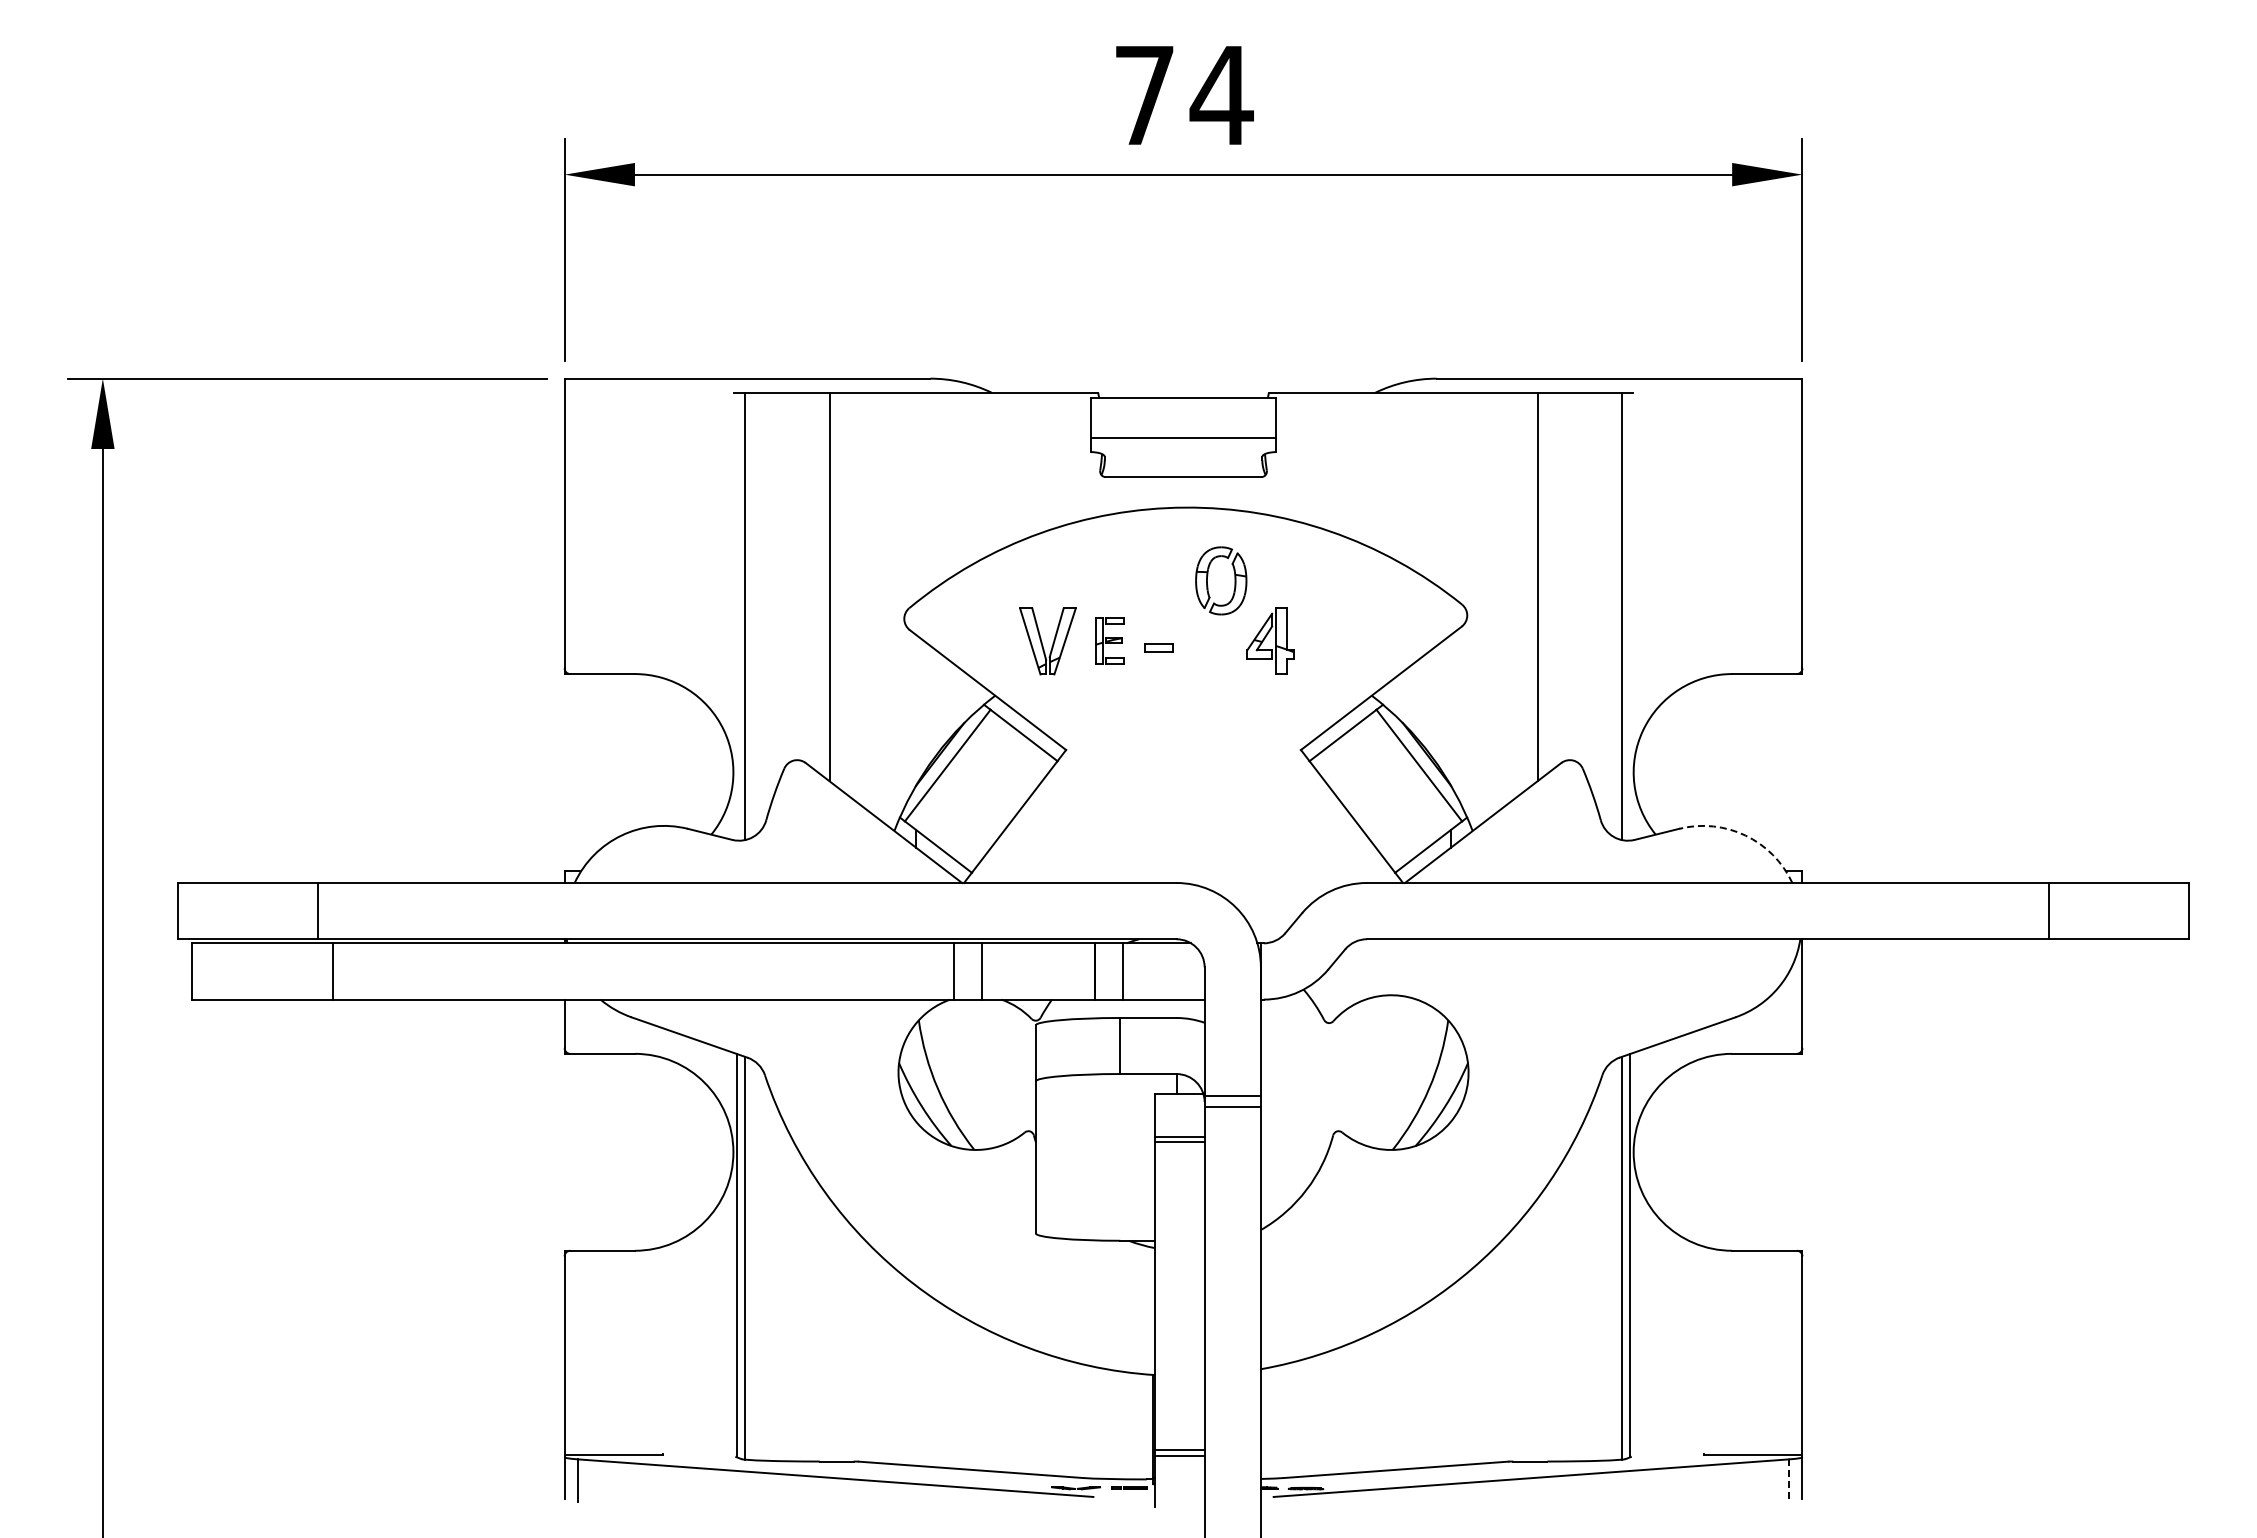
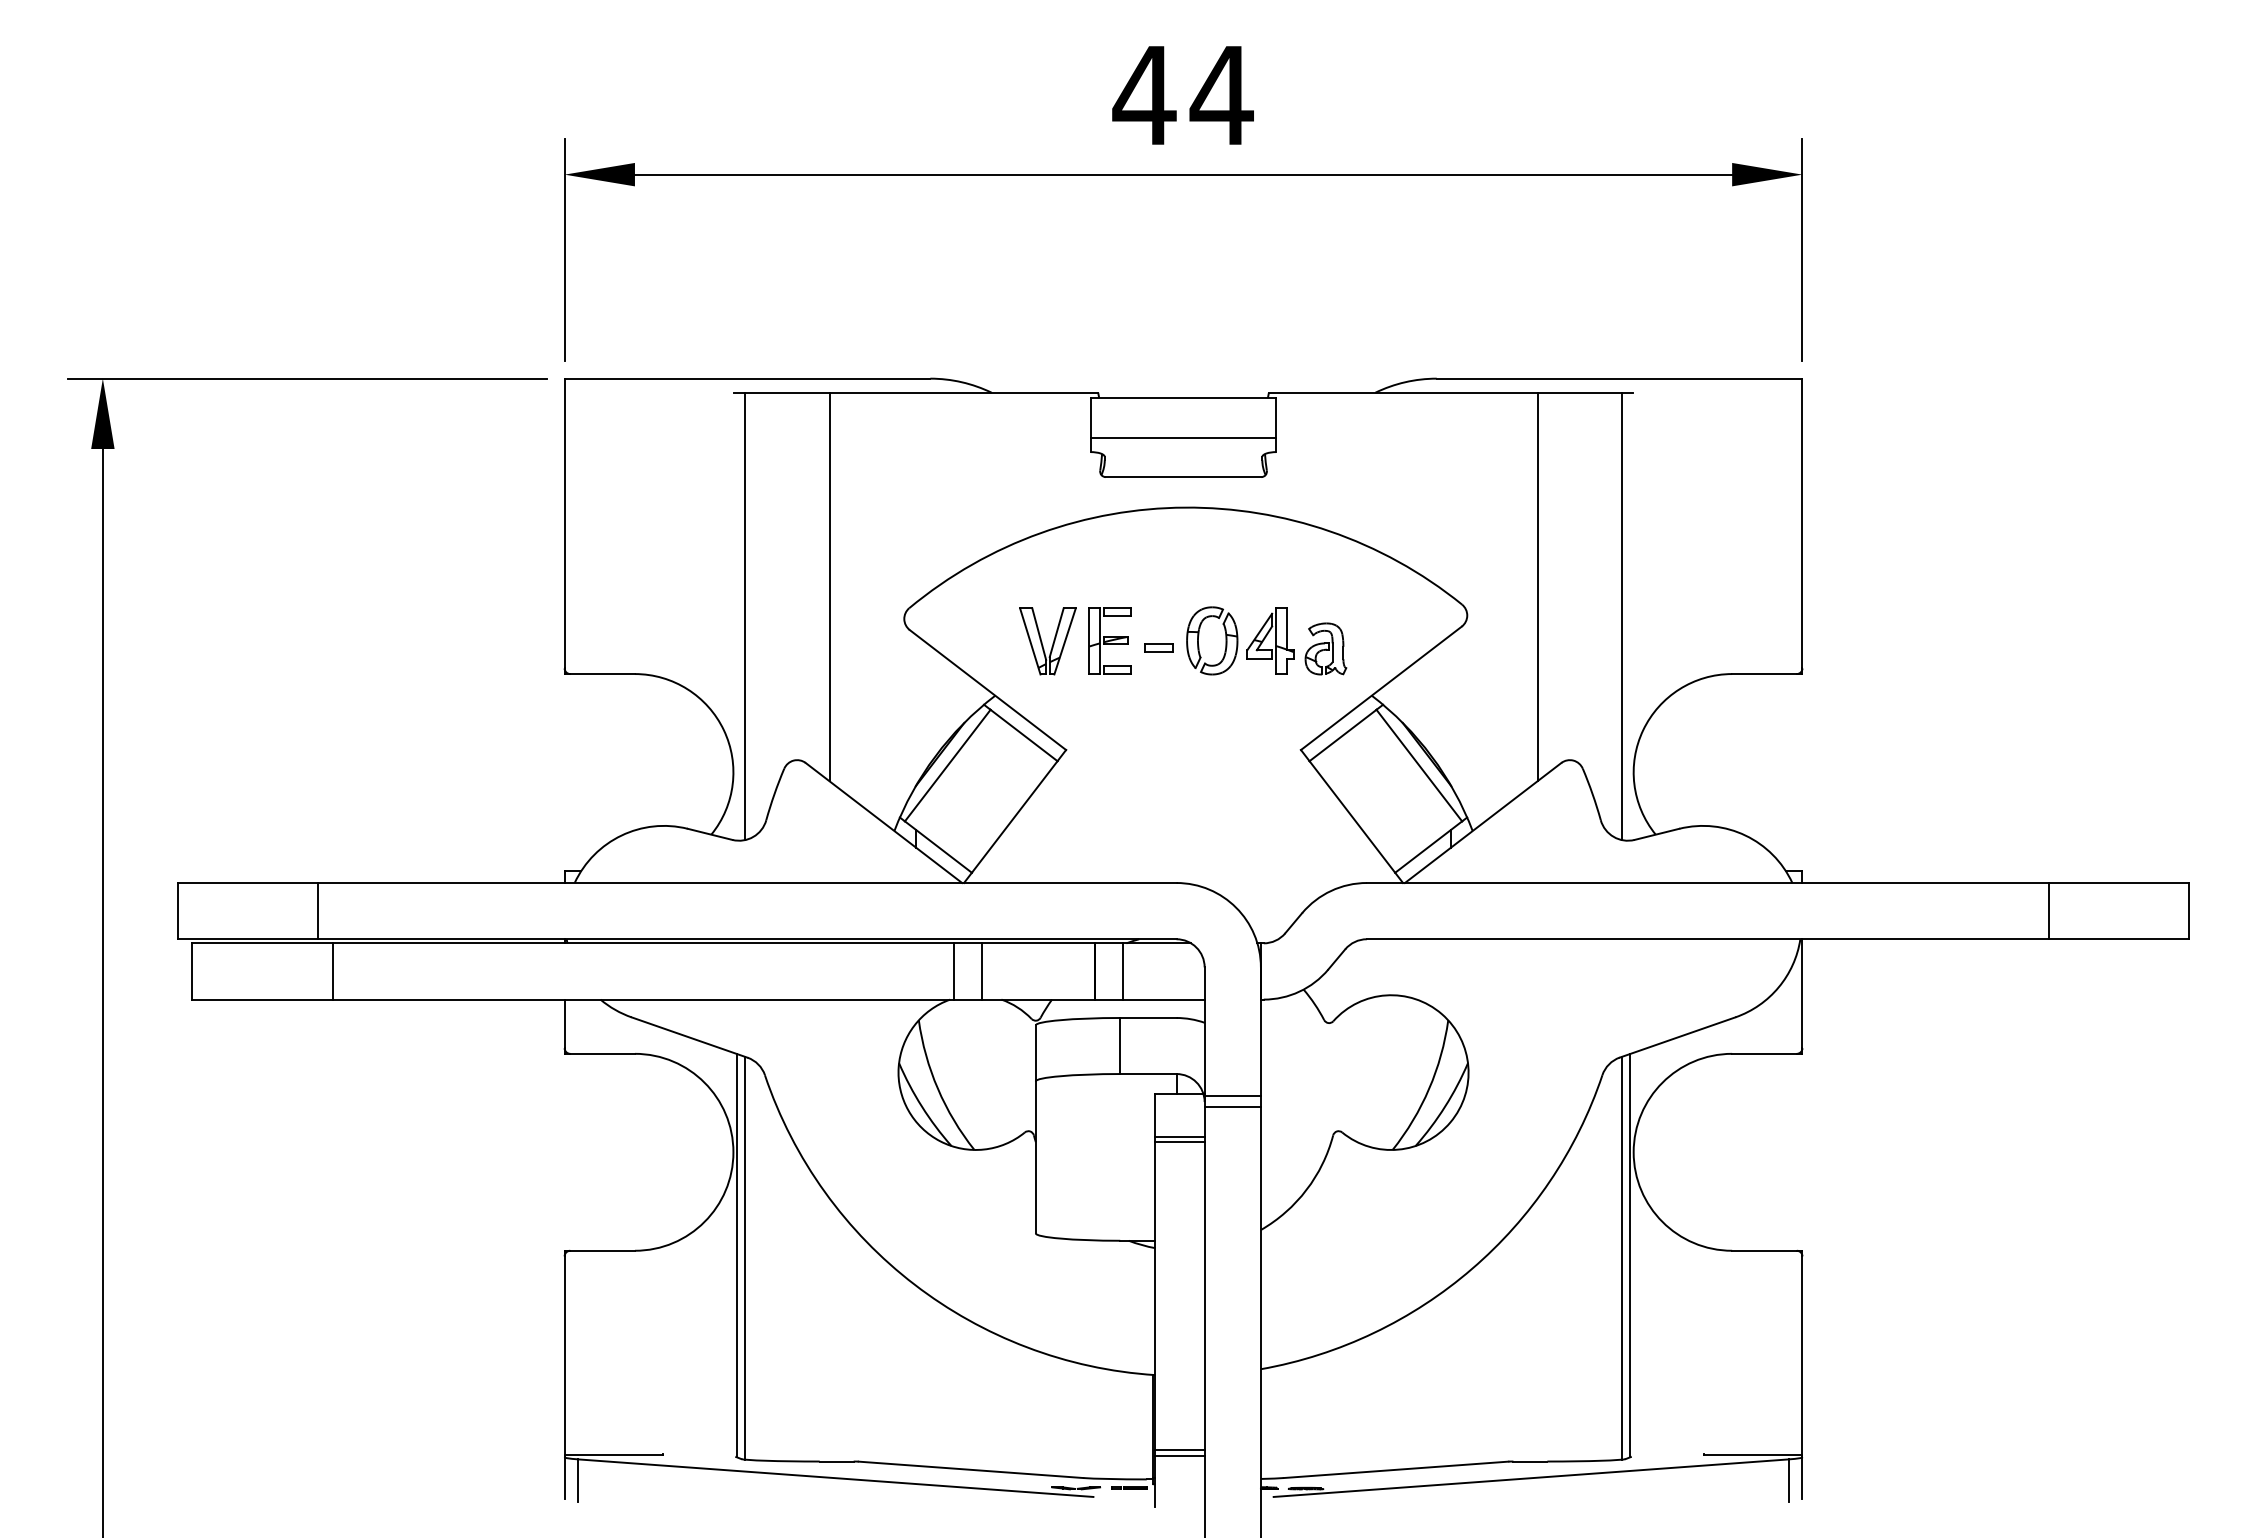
text at (1144, 95): 74 -> 44
part at (1234, 580) position: (1234, 580) -> (1225, 640)
part at (1109, 640) size: 30x48 px -> 44x68 px
part at (1325, 648): none -> present
arc at (1745, 835): dashed -> solid
line at (1788, 1480): dashed -> solid
